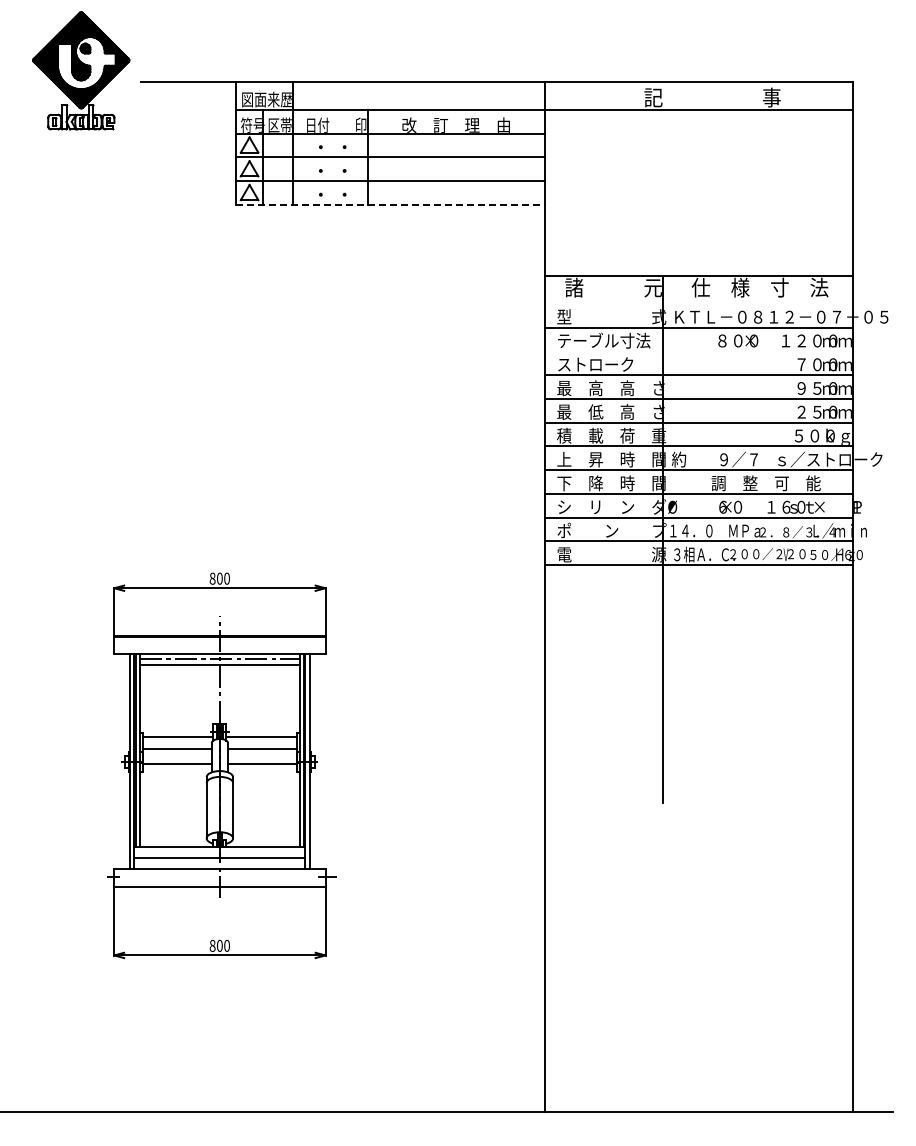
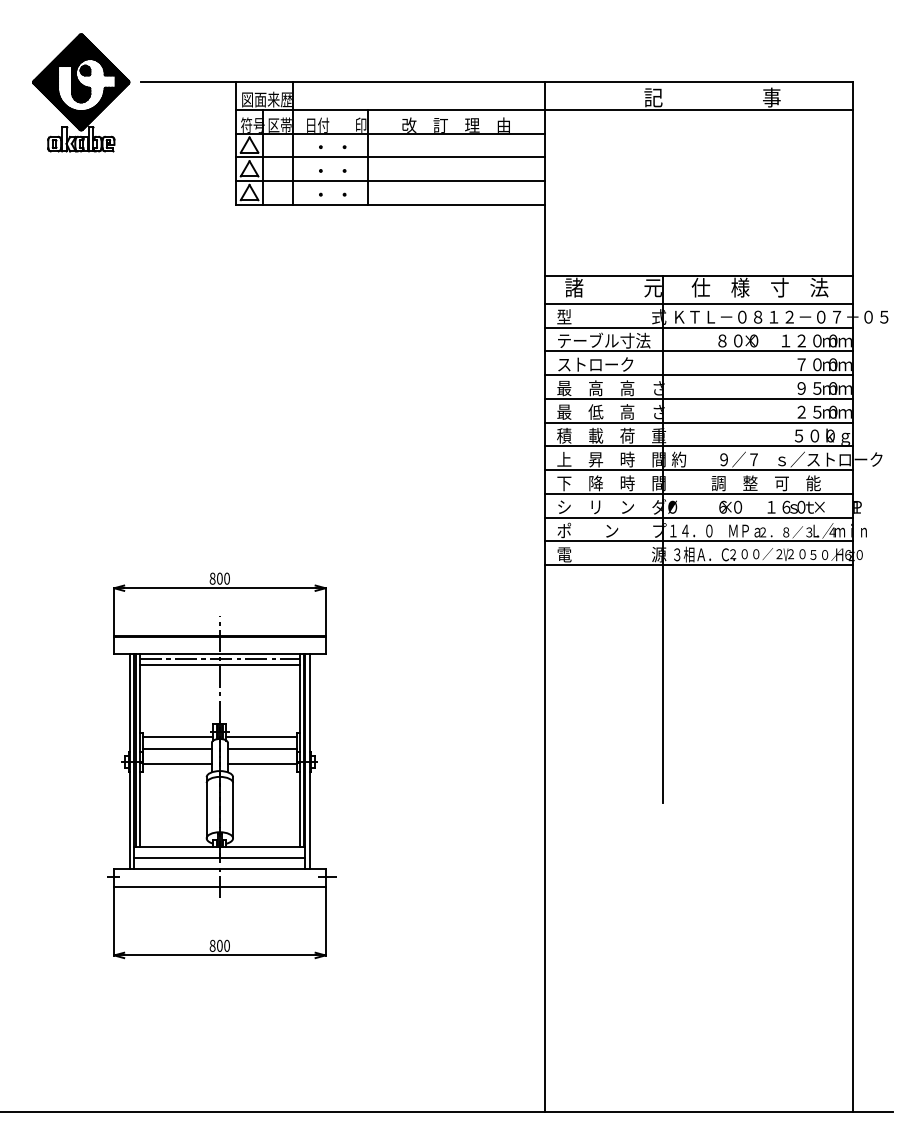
part at (81, 70) position: (81, 70) -> (81, 92)
line at (390, 204): dashed -> solid
line at (698, 303): none -> present
line at (698, 351): none -> present
